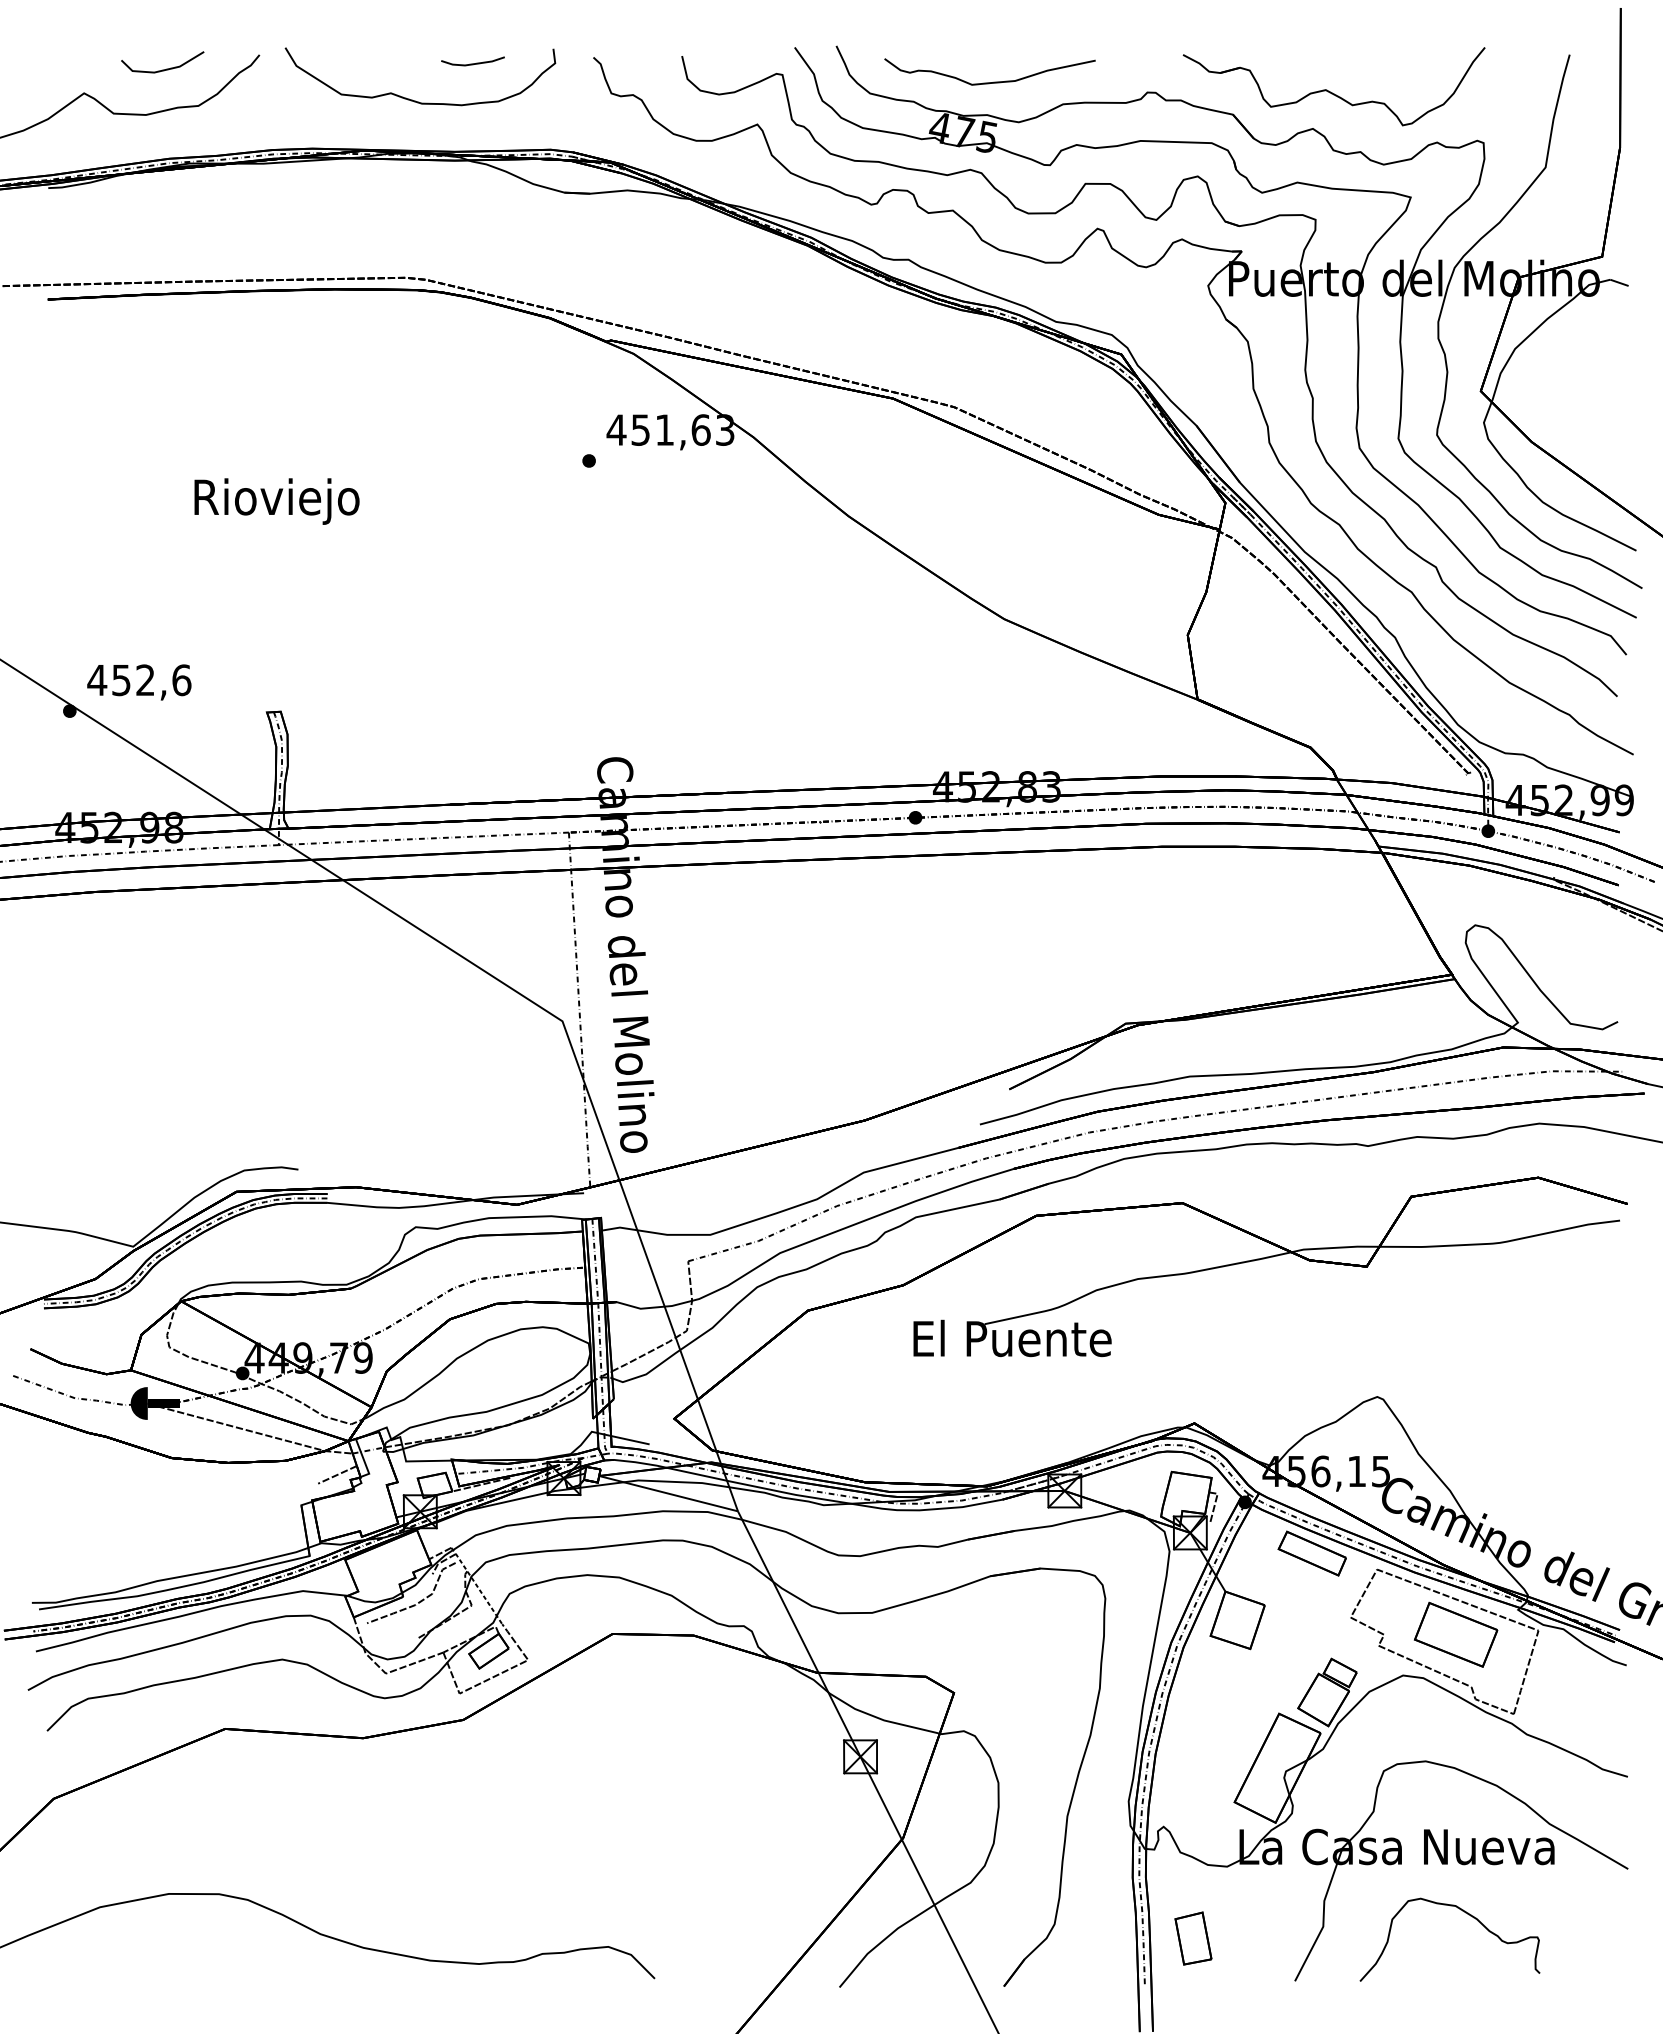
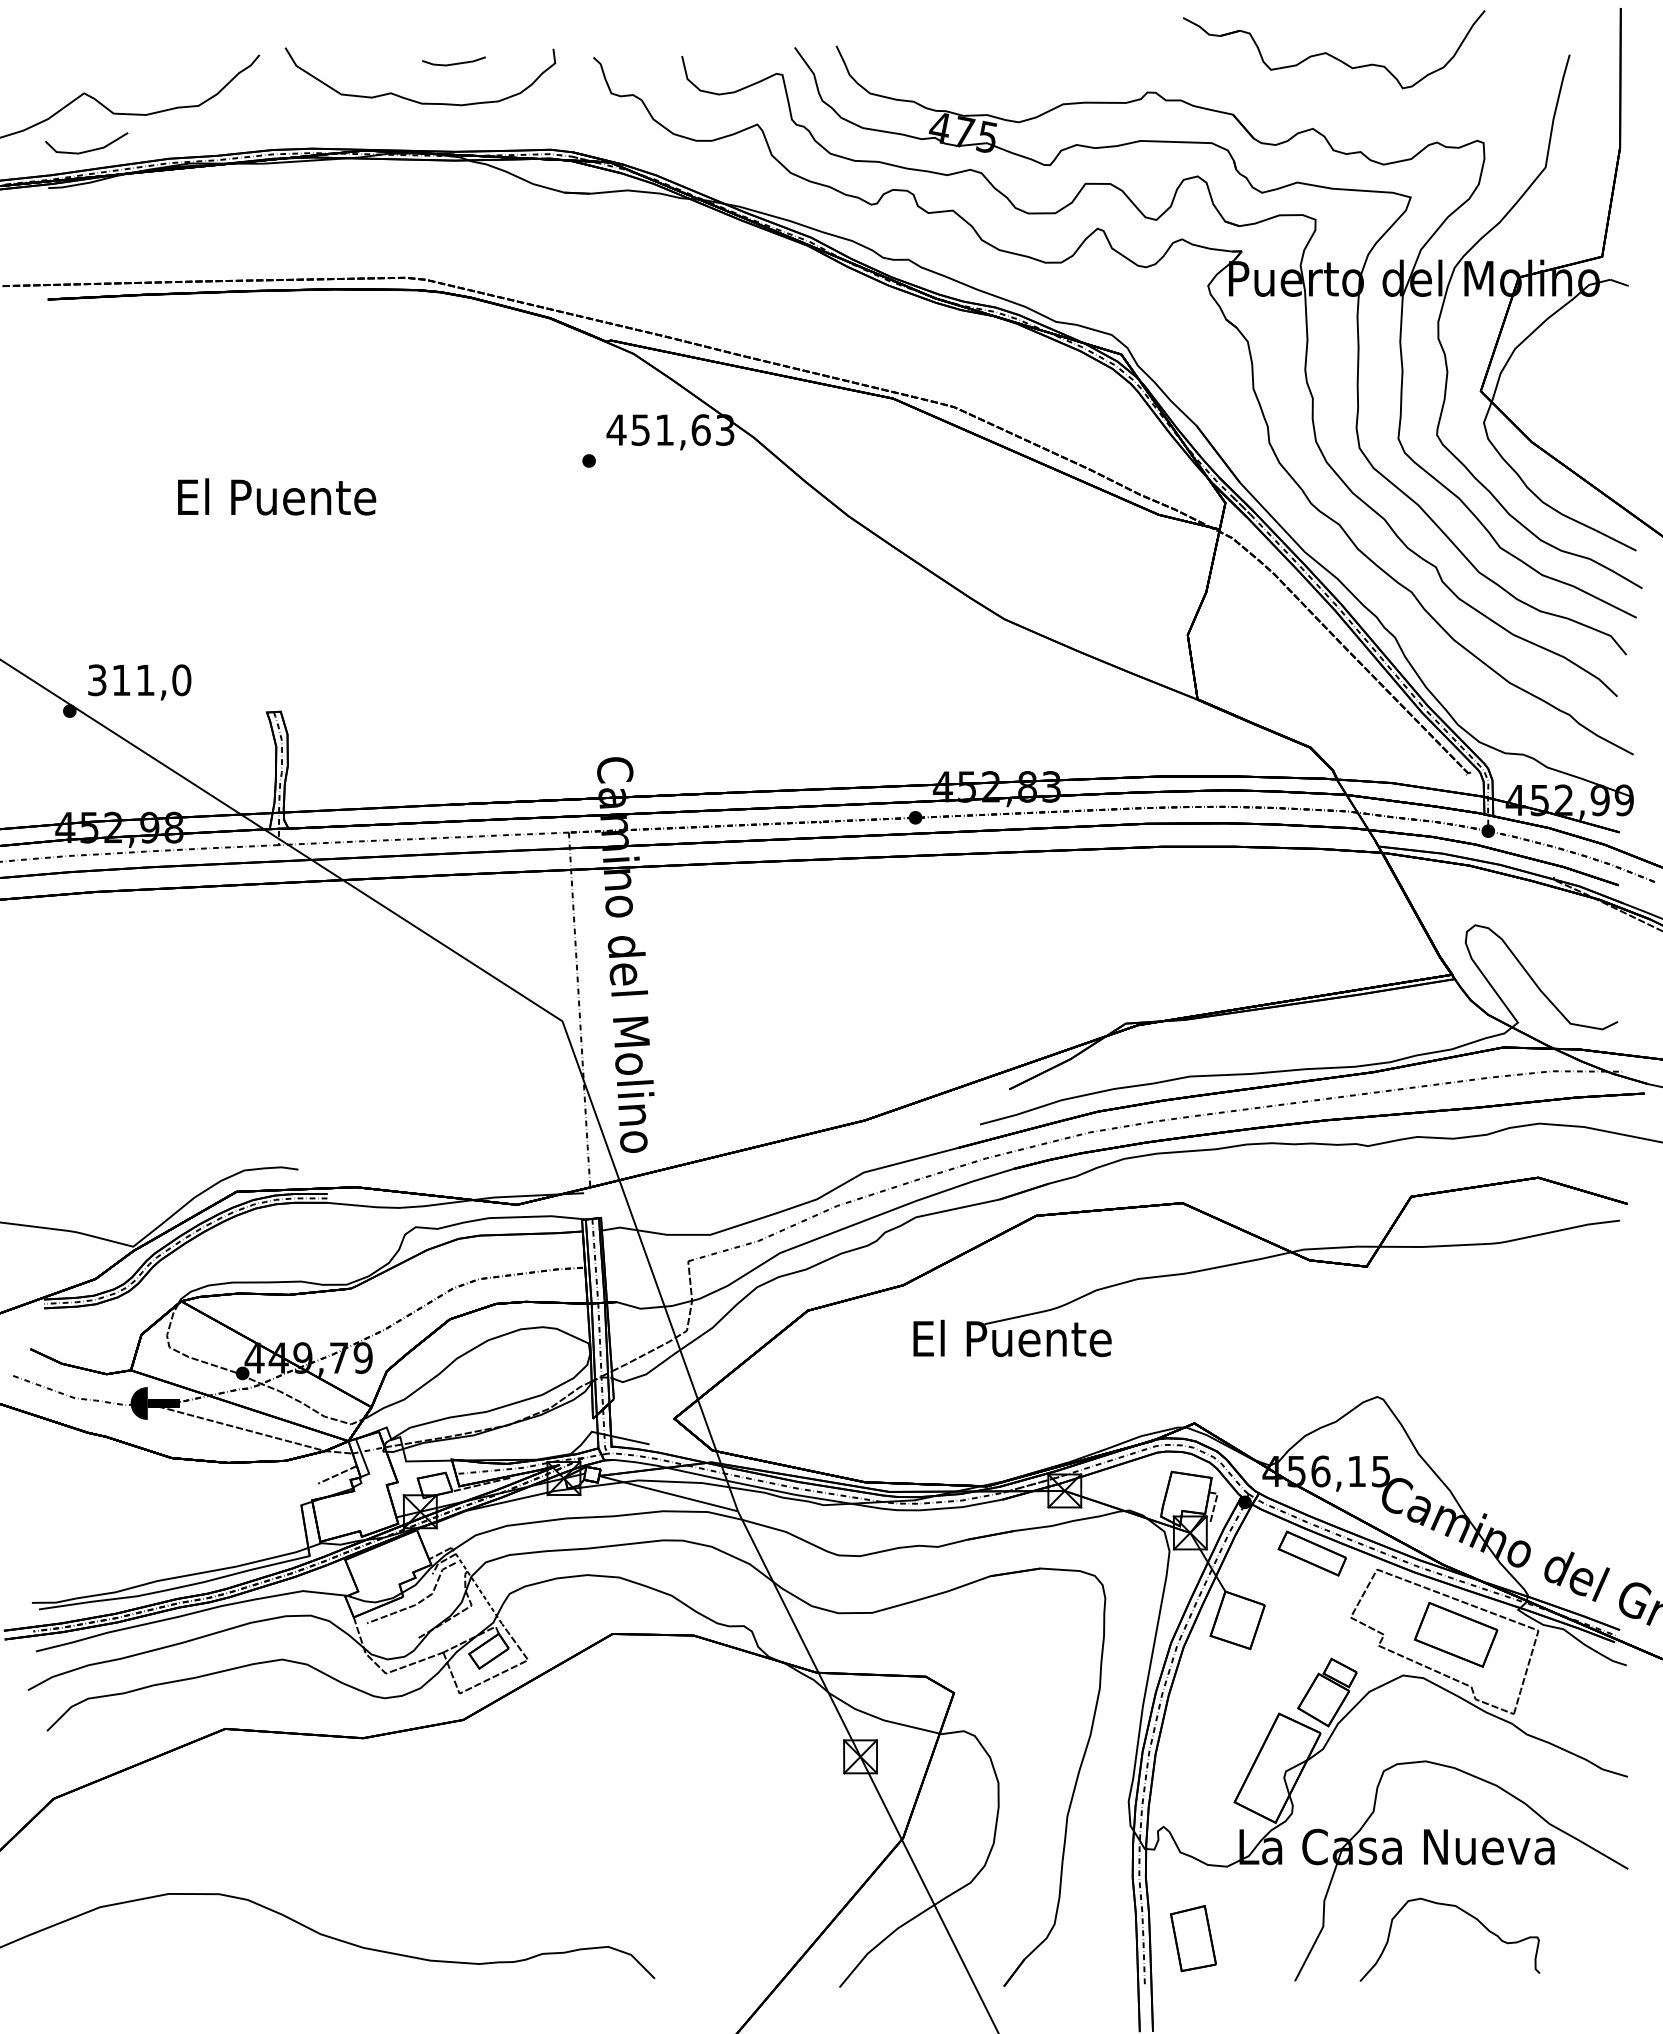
line at (472, 63) position: (472, 63) -> (453, 63)
line at (162, 69) position: (162, 69) -> (86, 150)
curve at (993, 81): present -> none
part at (1333, 86) position: (1333, 86) -> (1333, 49)
text at (277, 501): Rioviejo -> El Puente
text at (139, 680): 452,6 -> 311,0
part at (1193, 1938) size: 39x55 px -> 47x68 px
